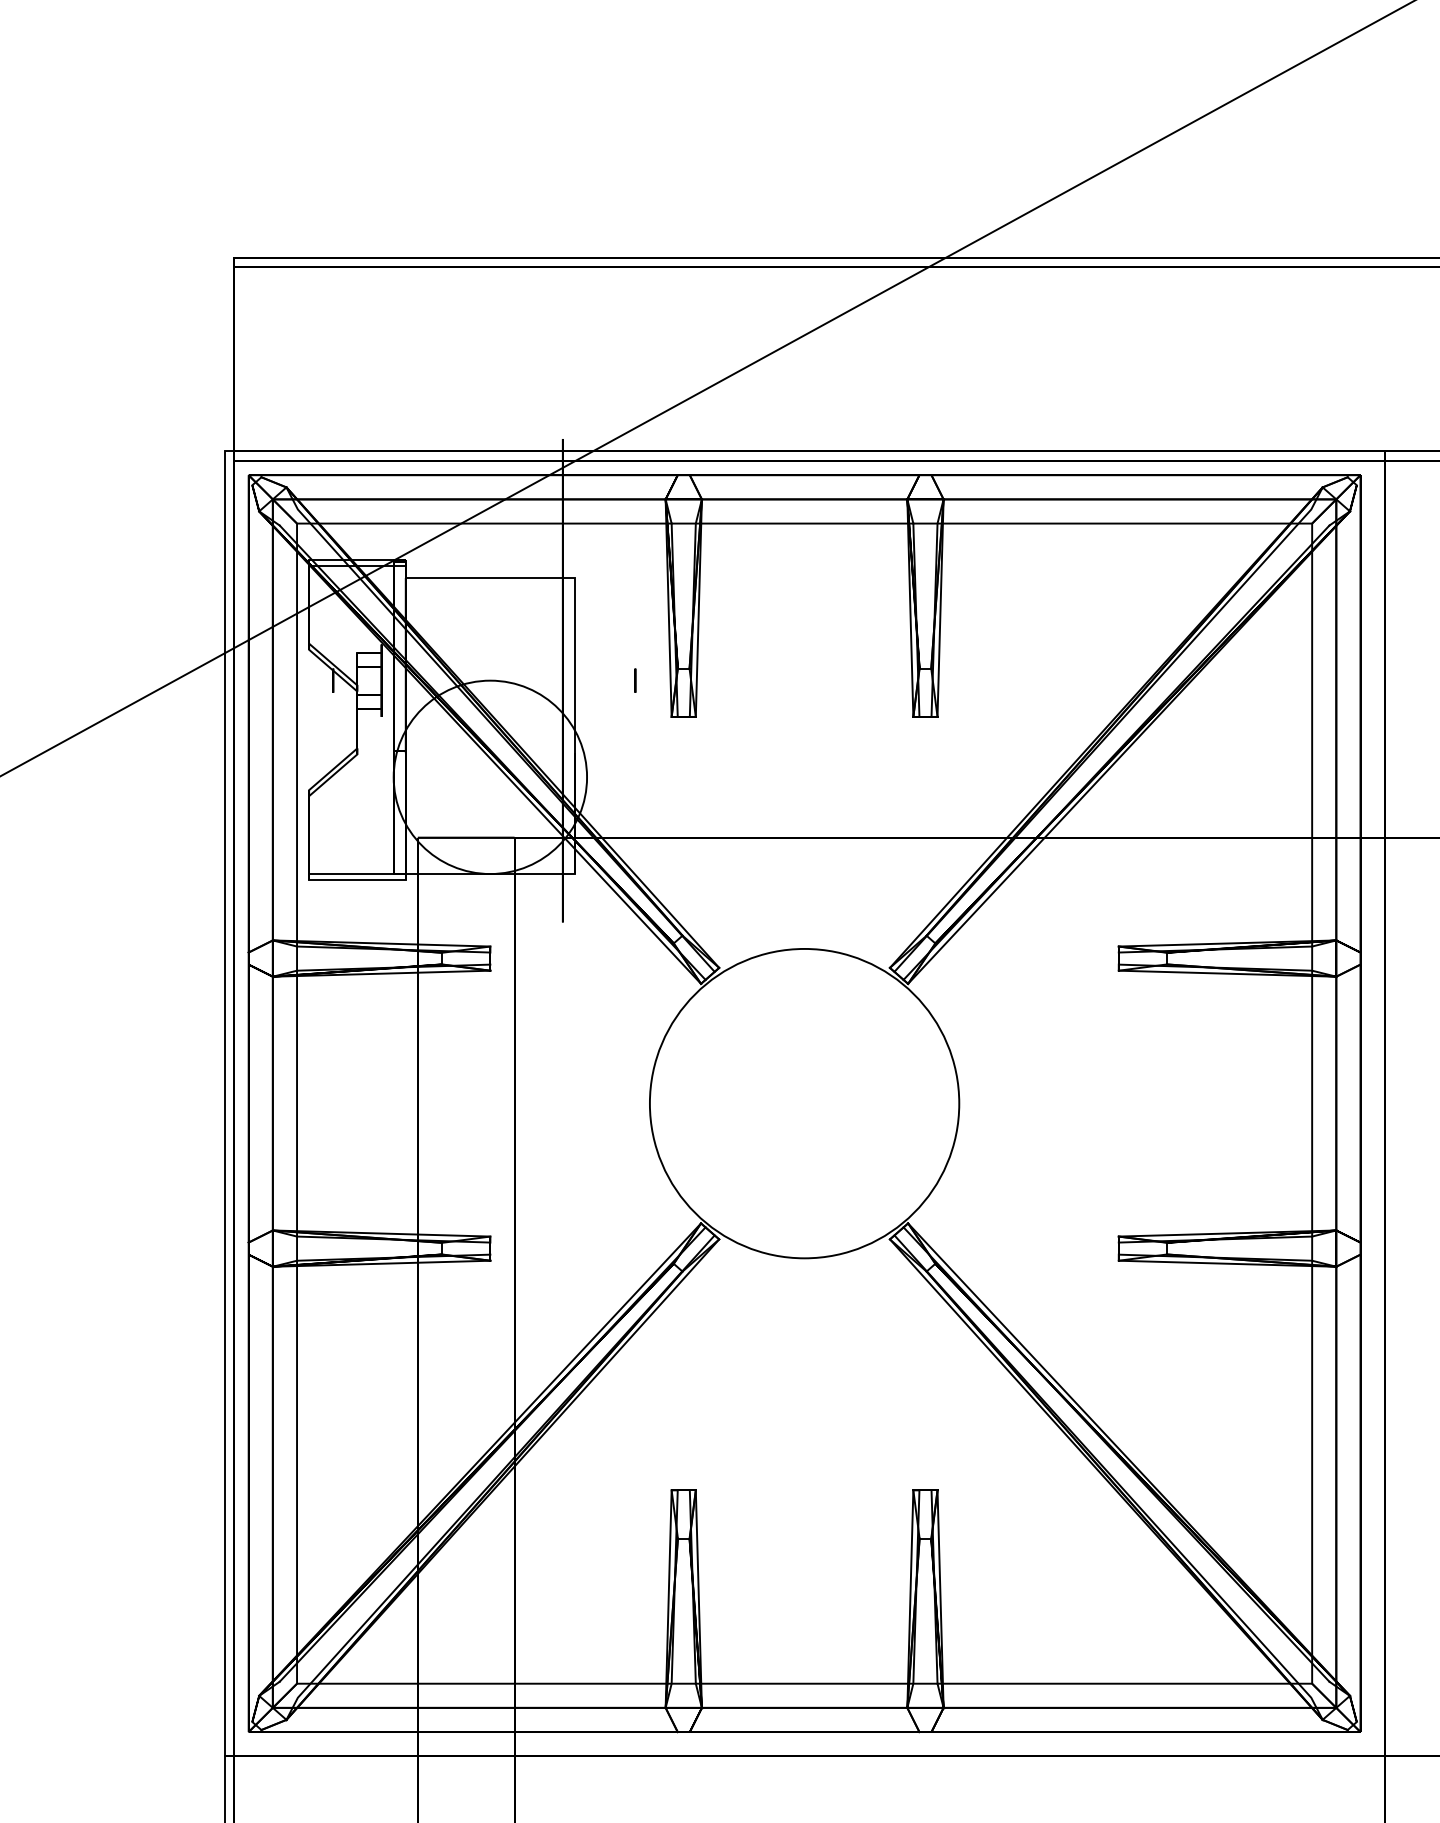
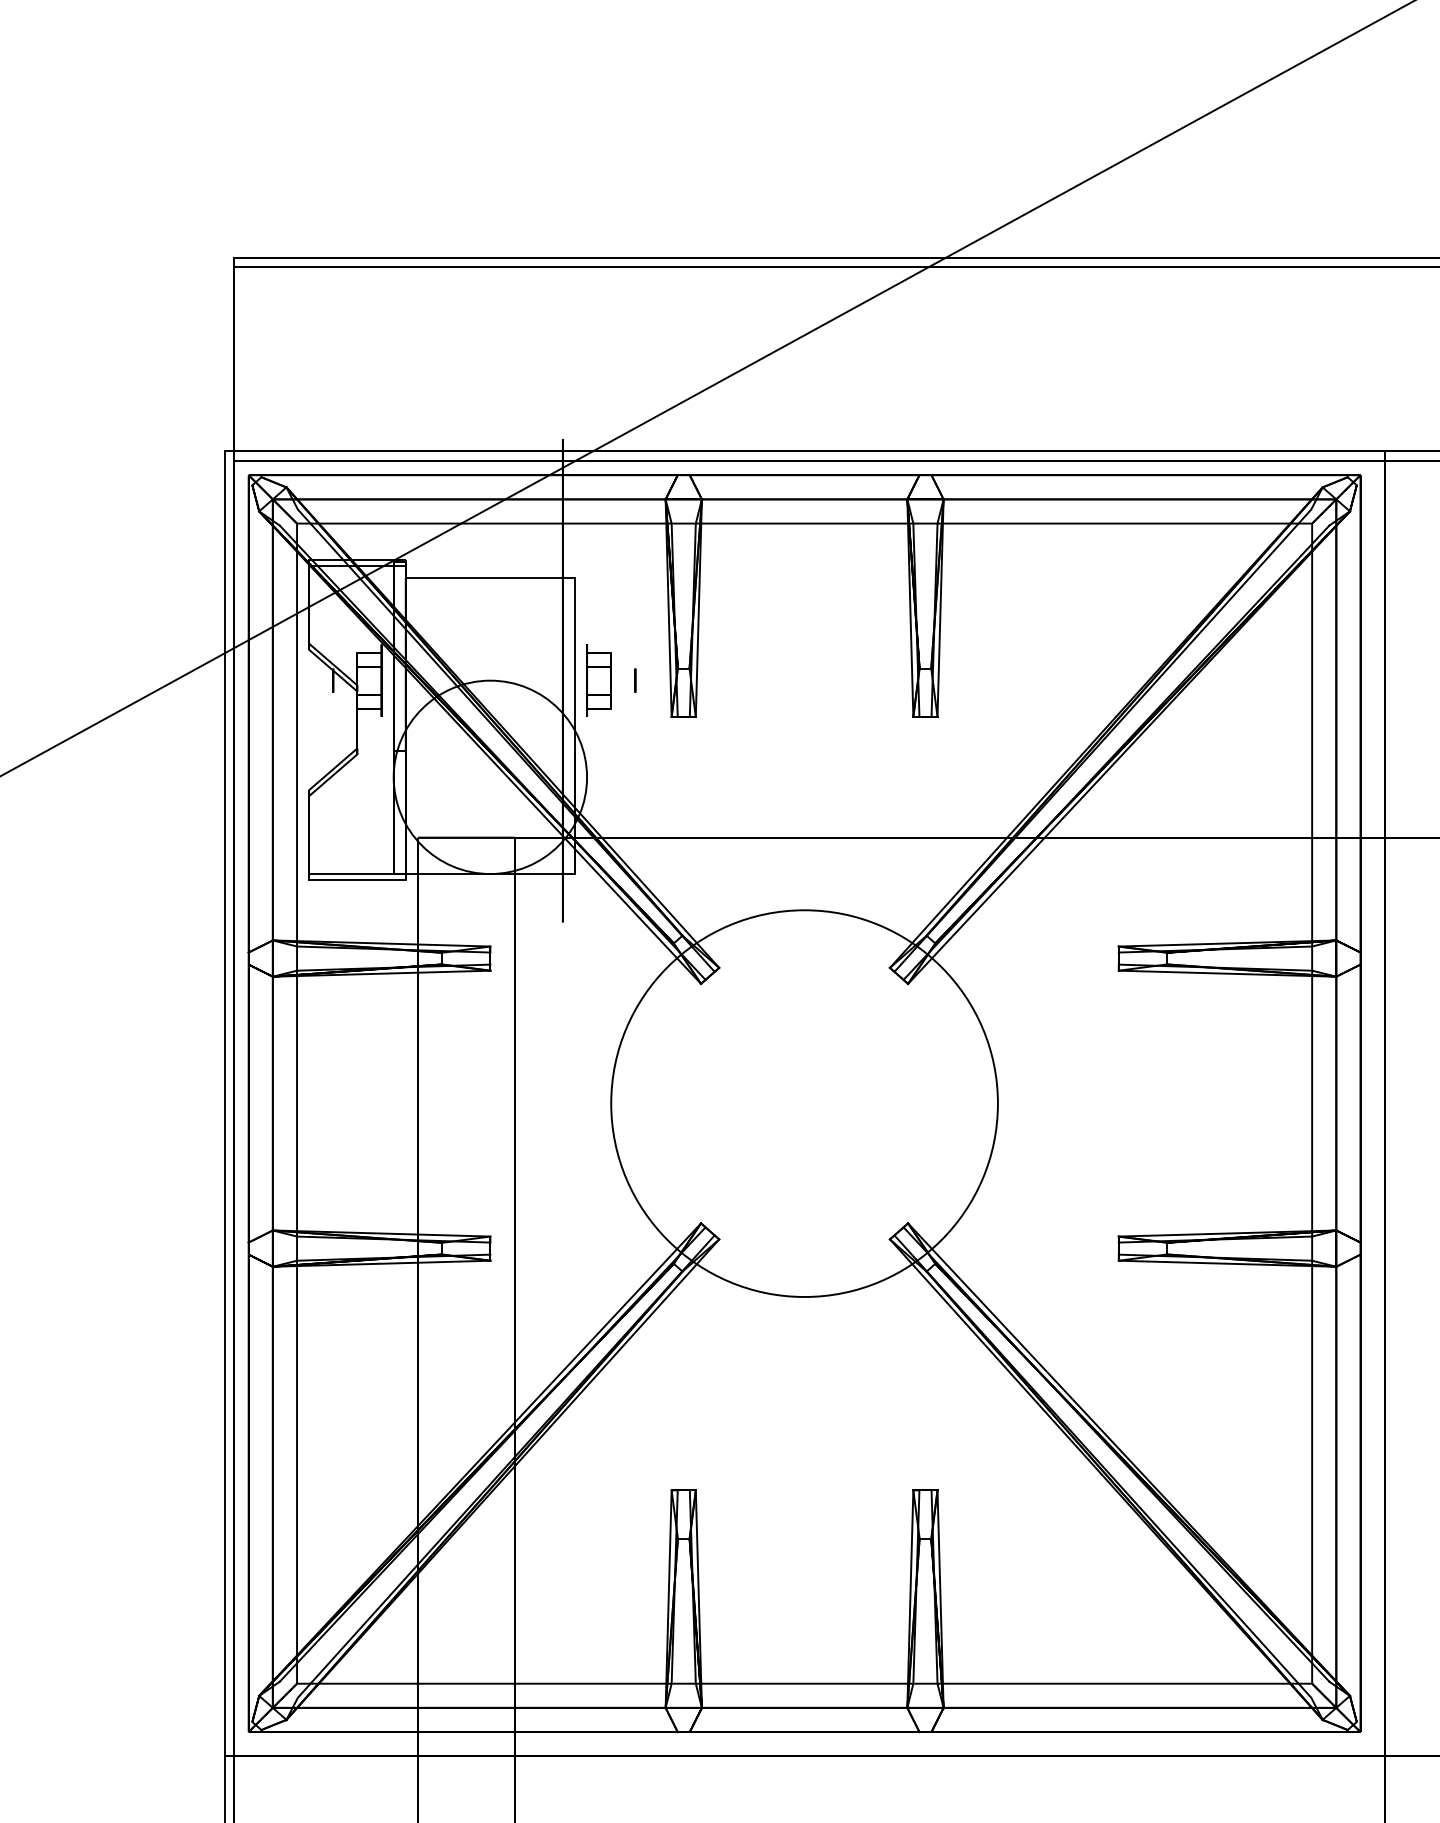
part at (598, 680): none -> present
circle at (804, 1103) diameter: 309 px -> 387 px
